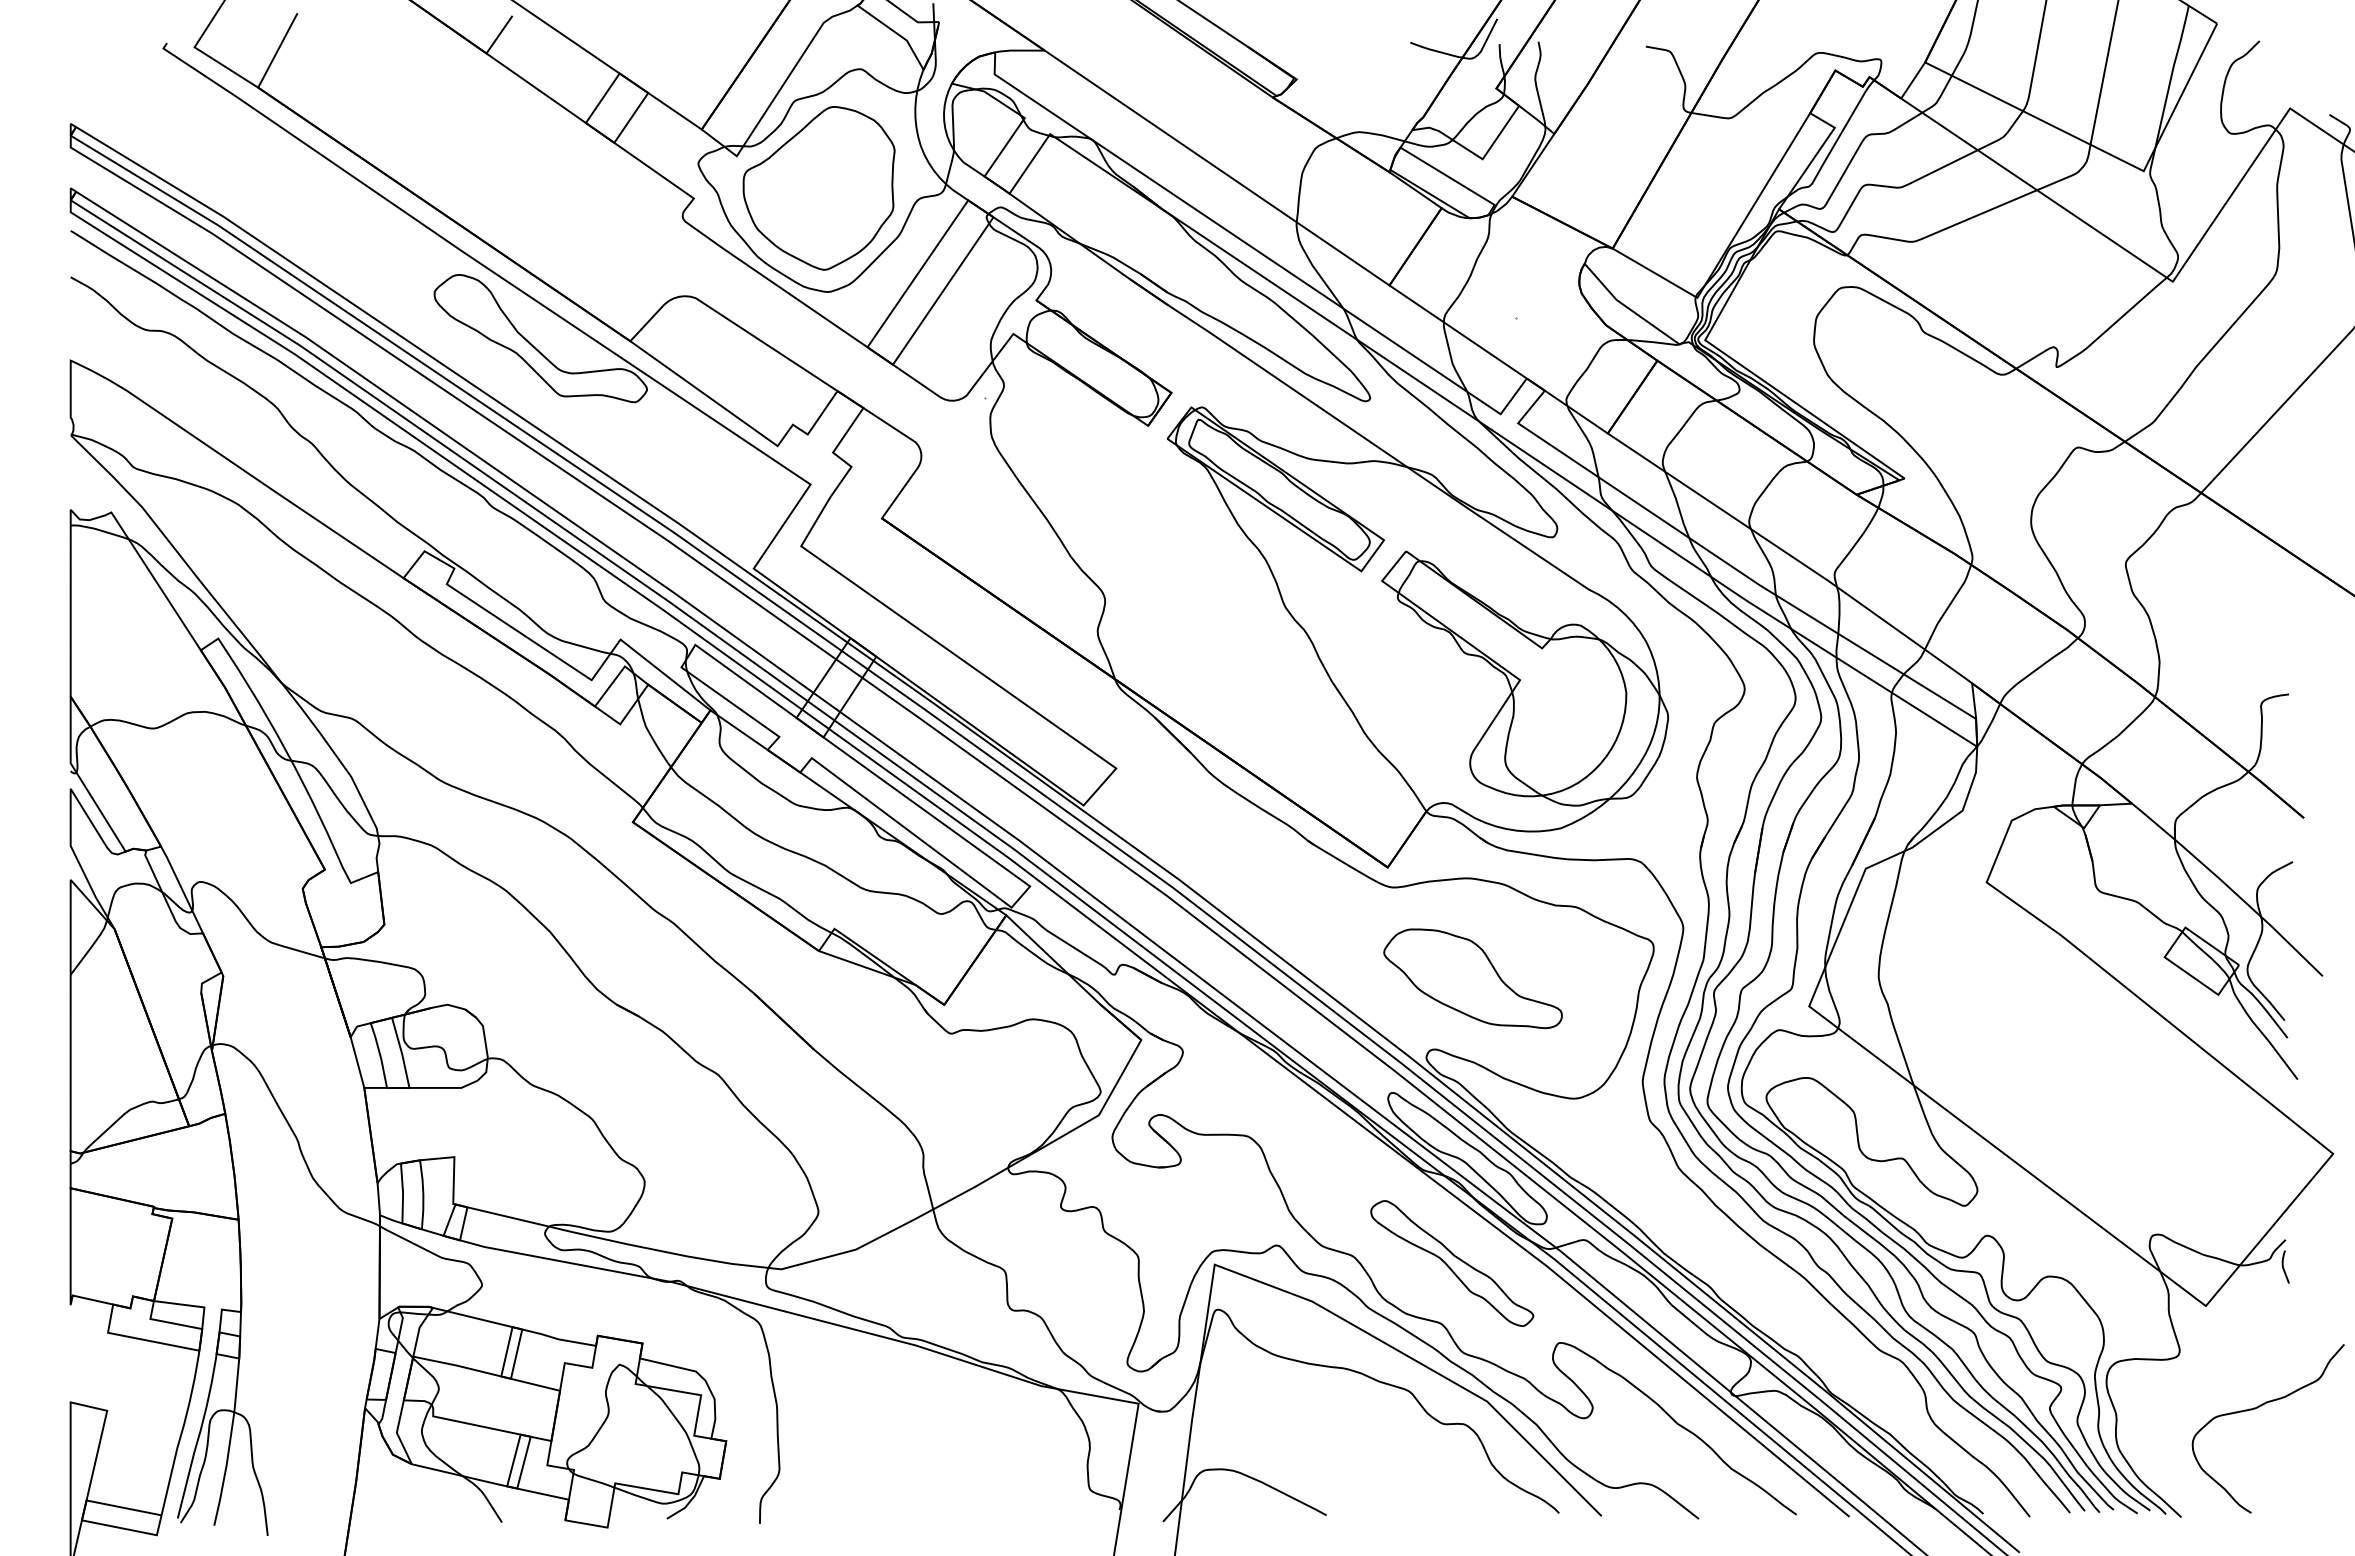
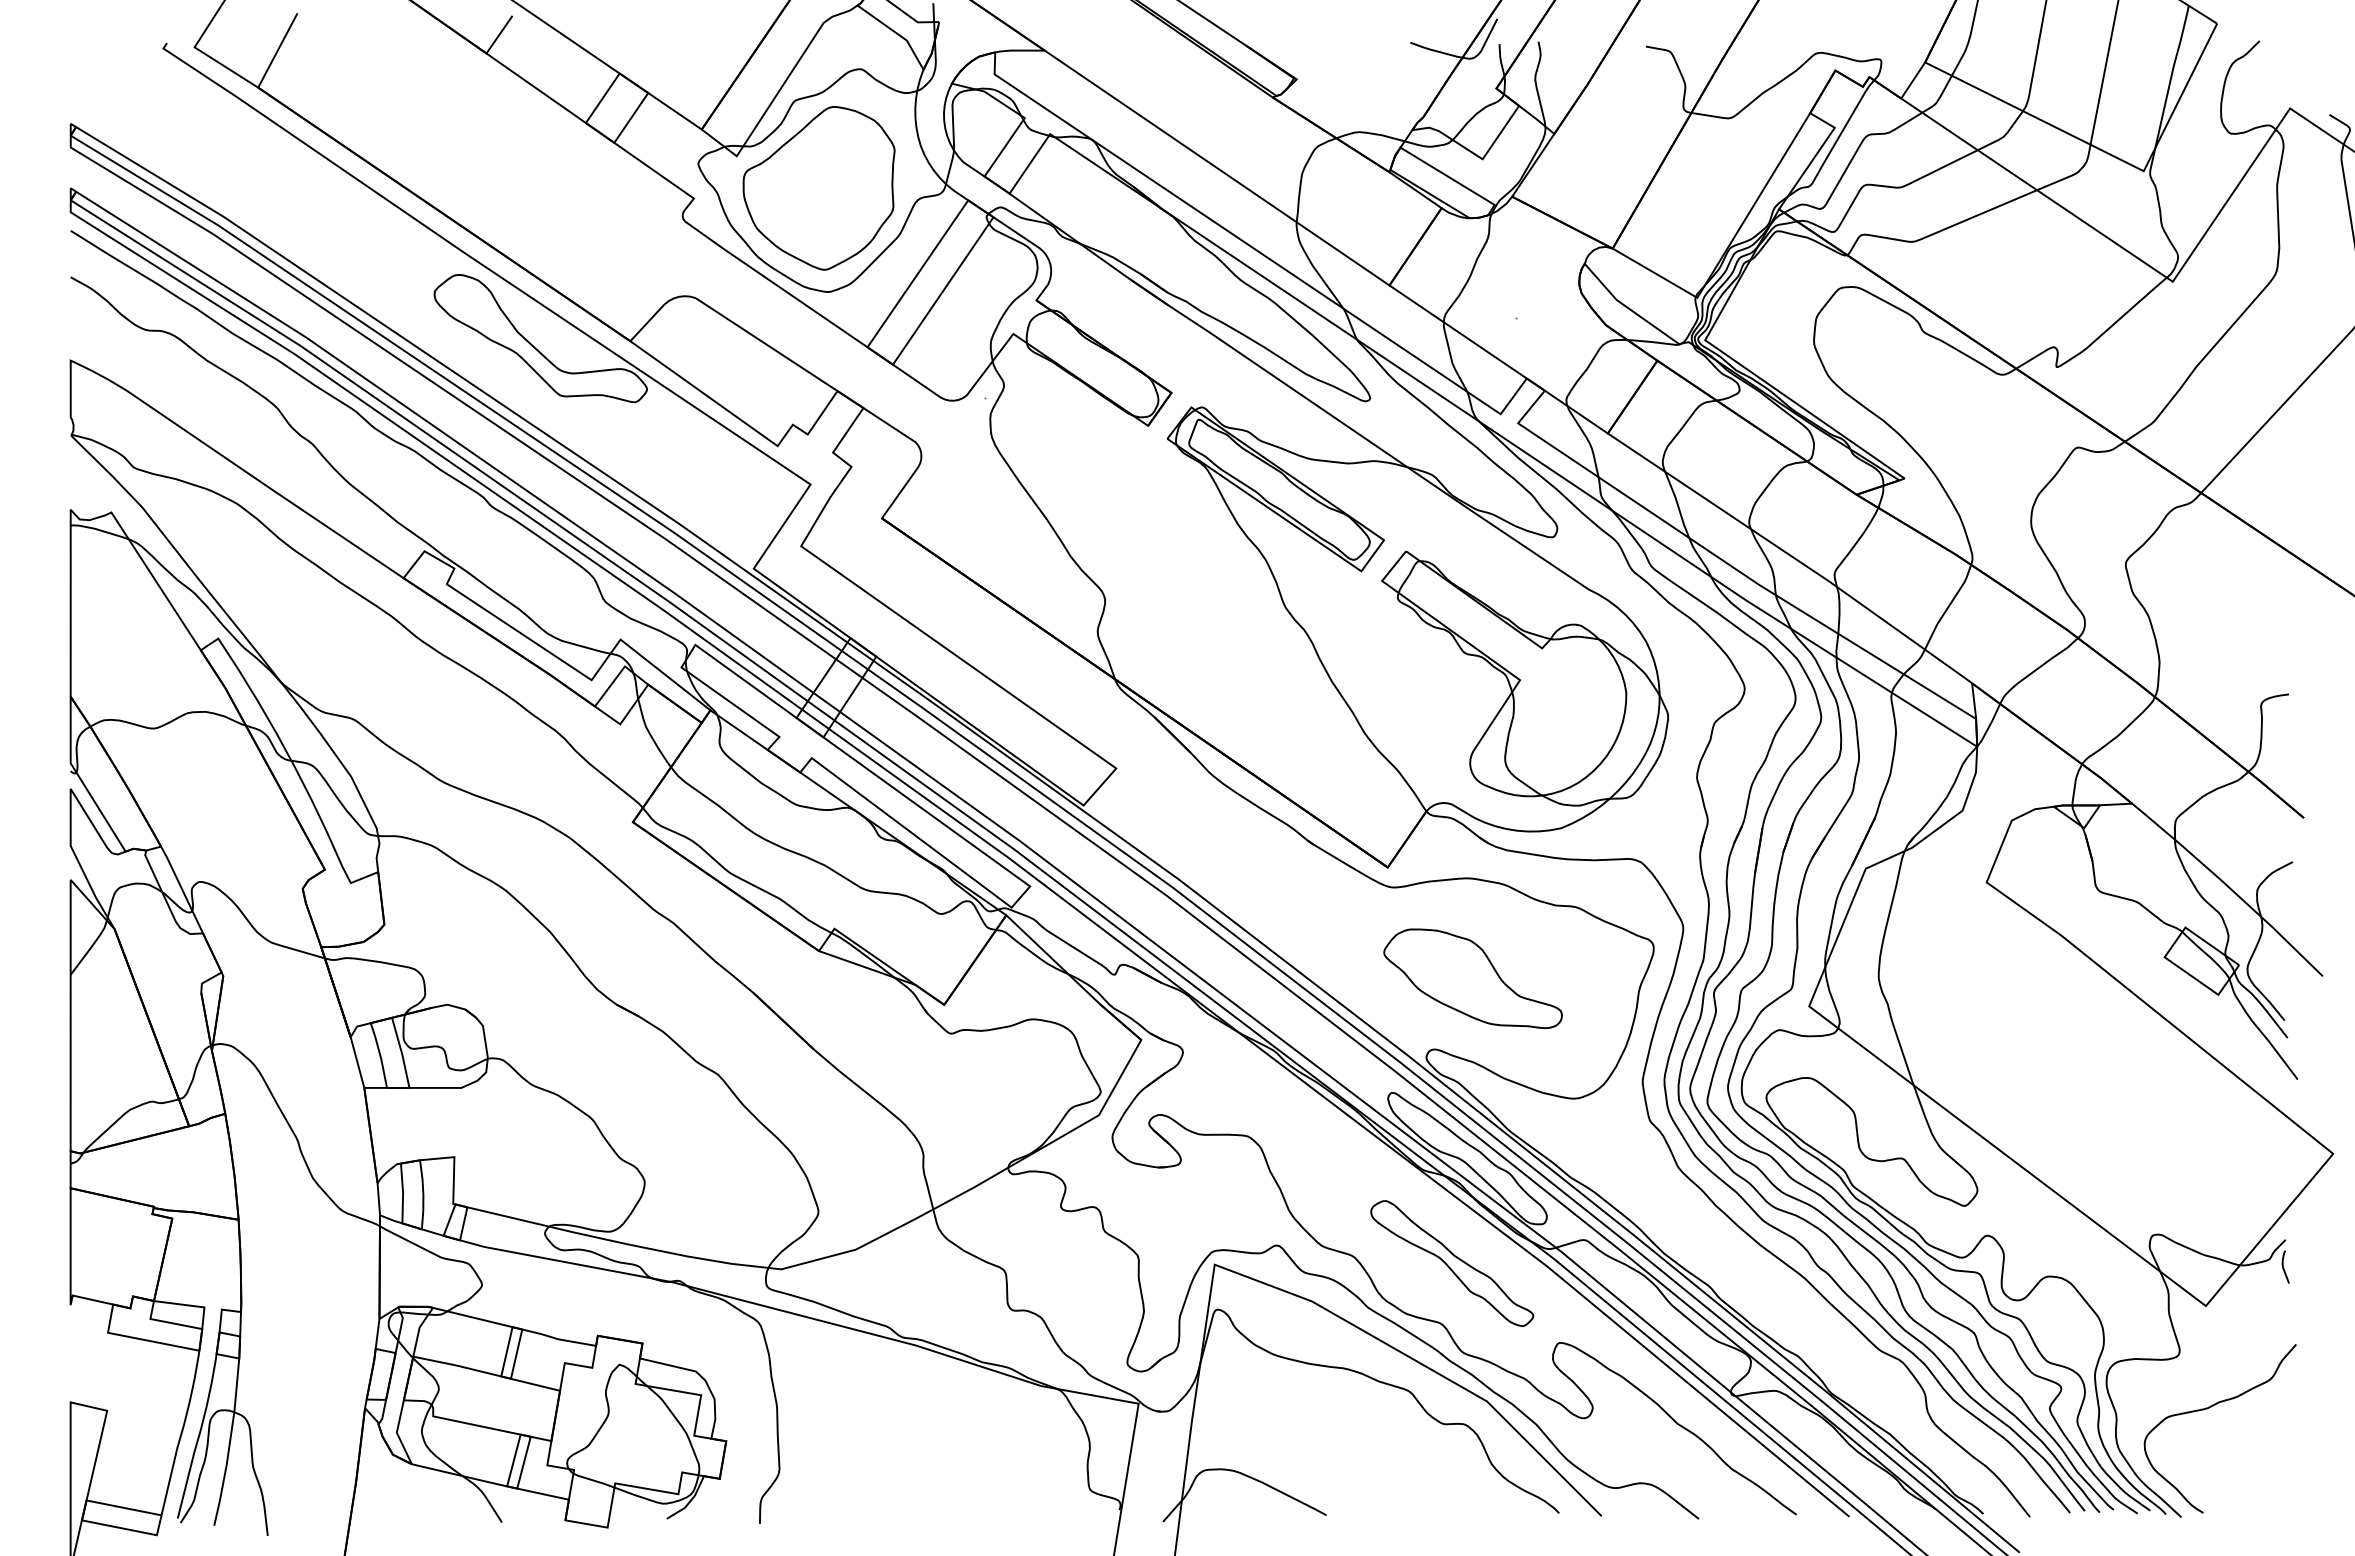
curve at (2257, 1408) position: (2257, 1408) -> (2209, 1408)
